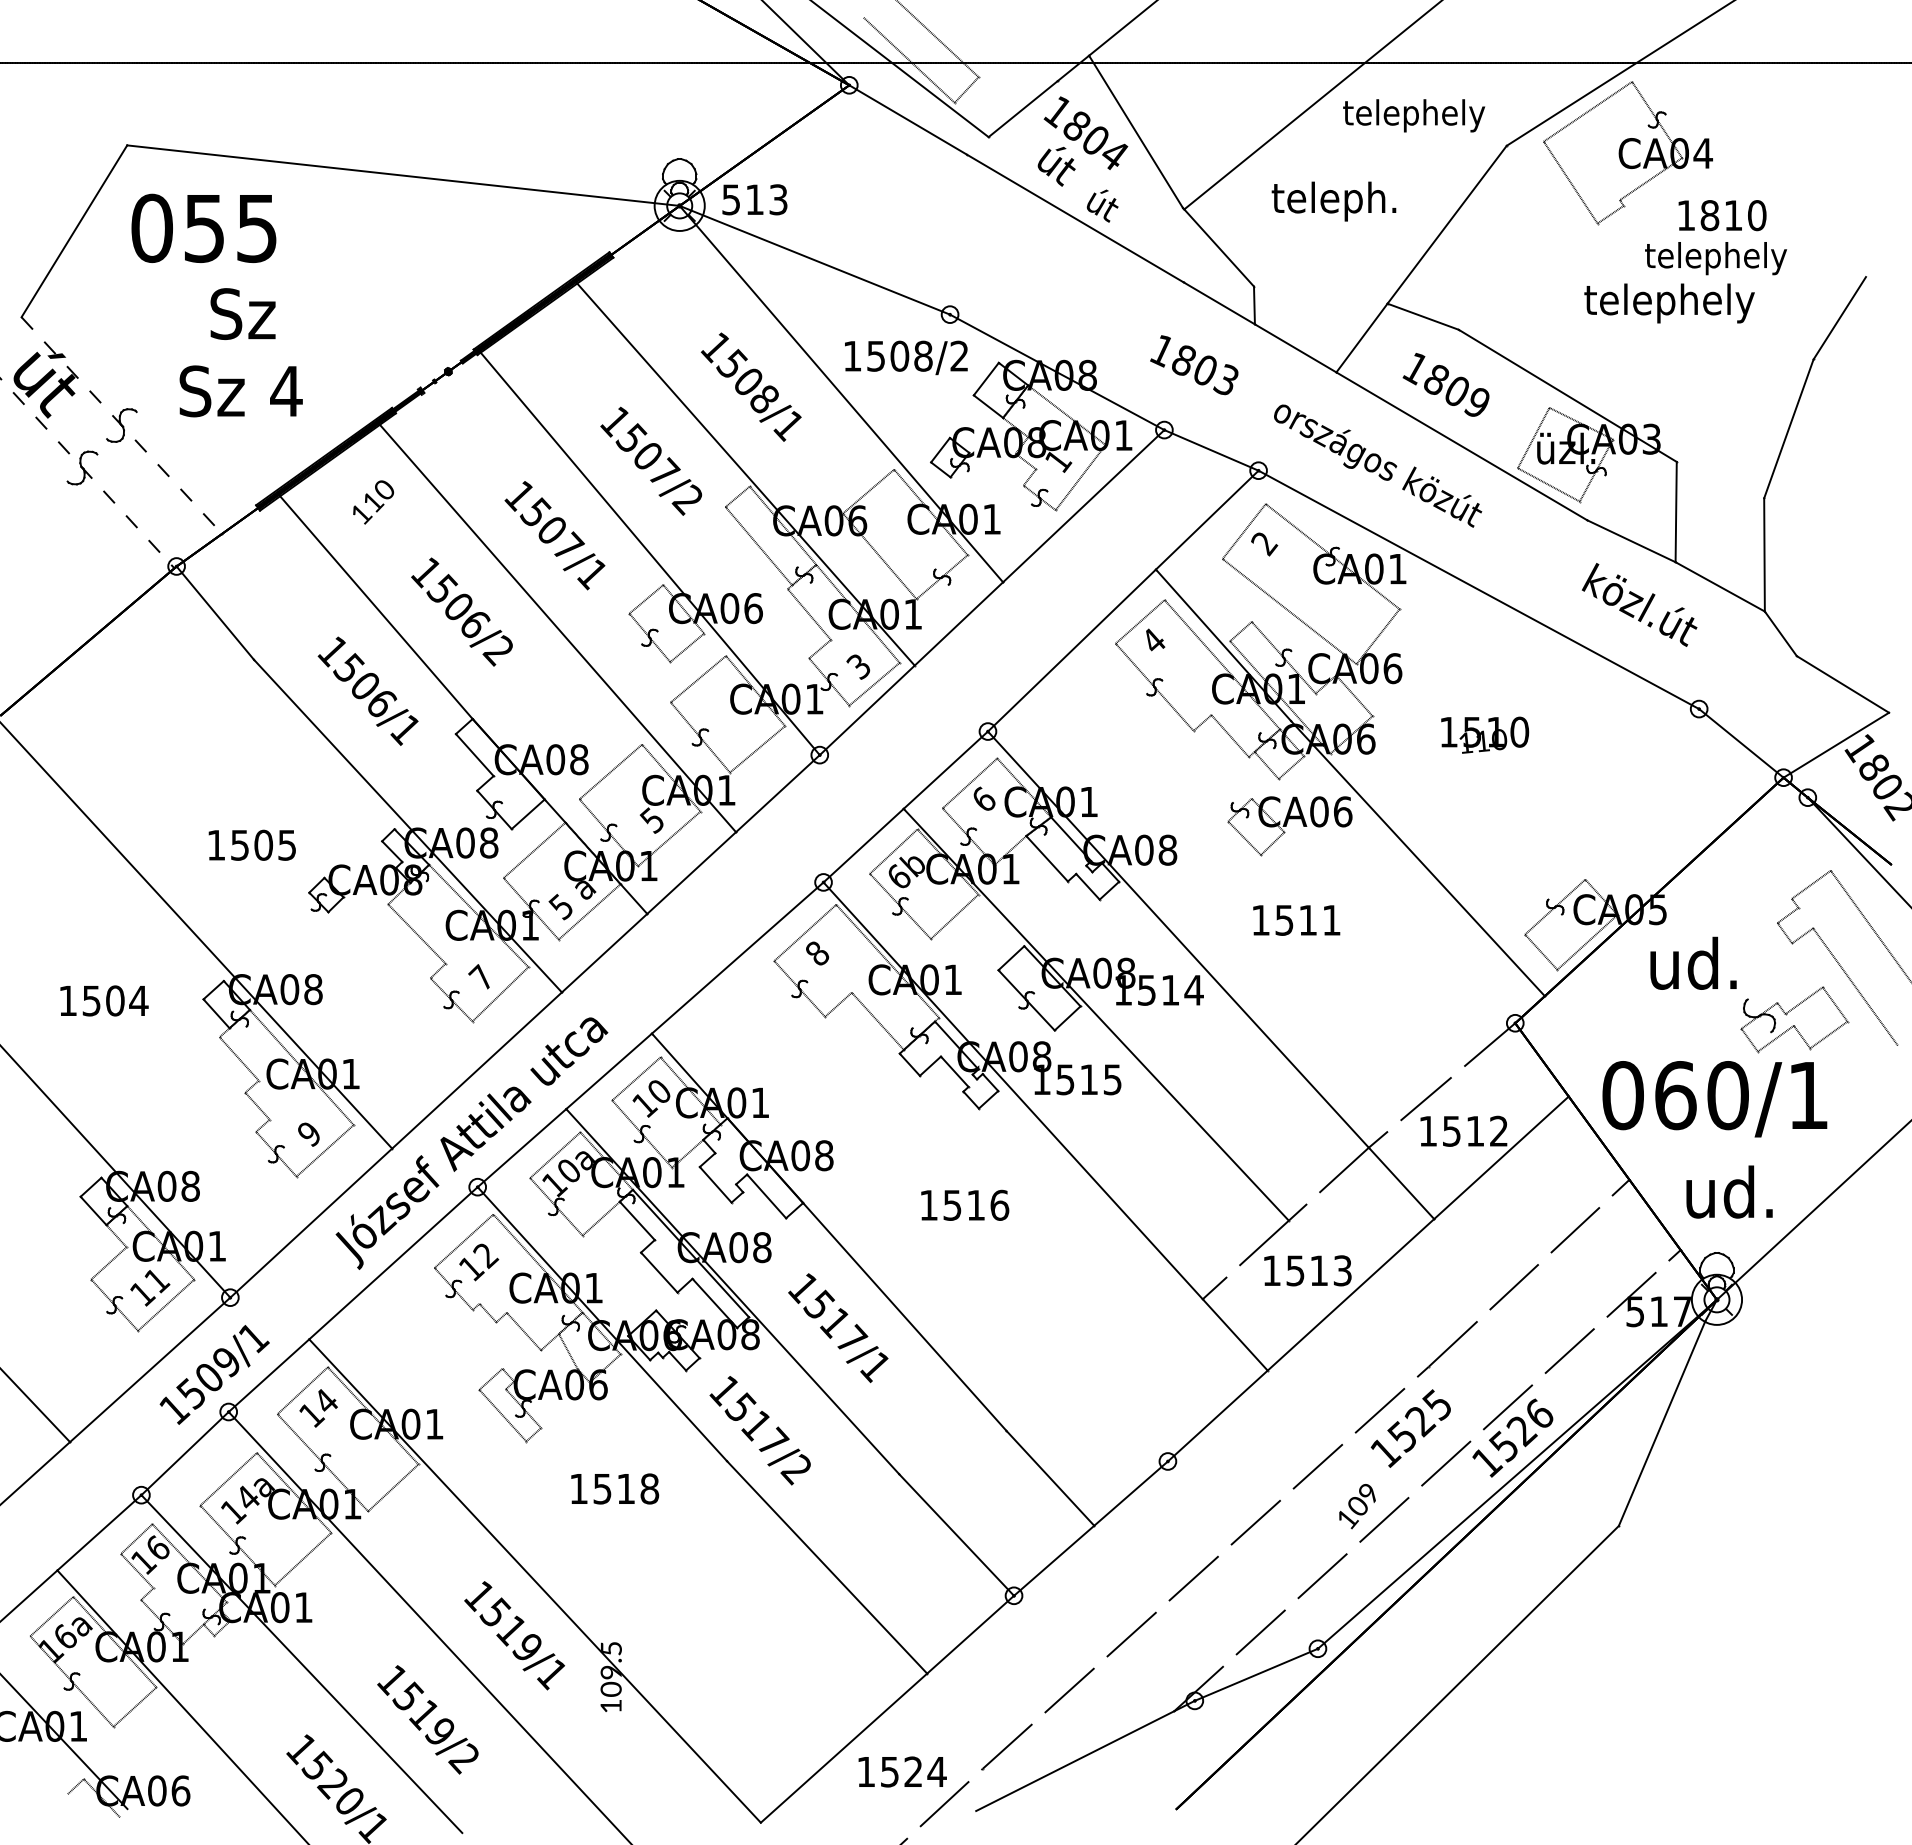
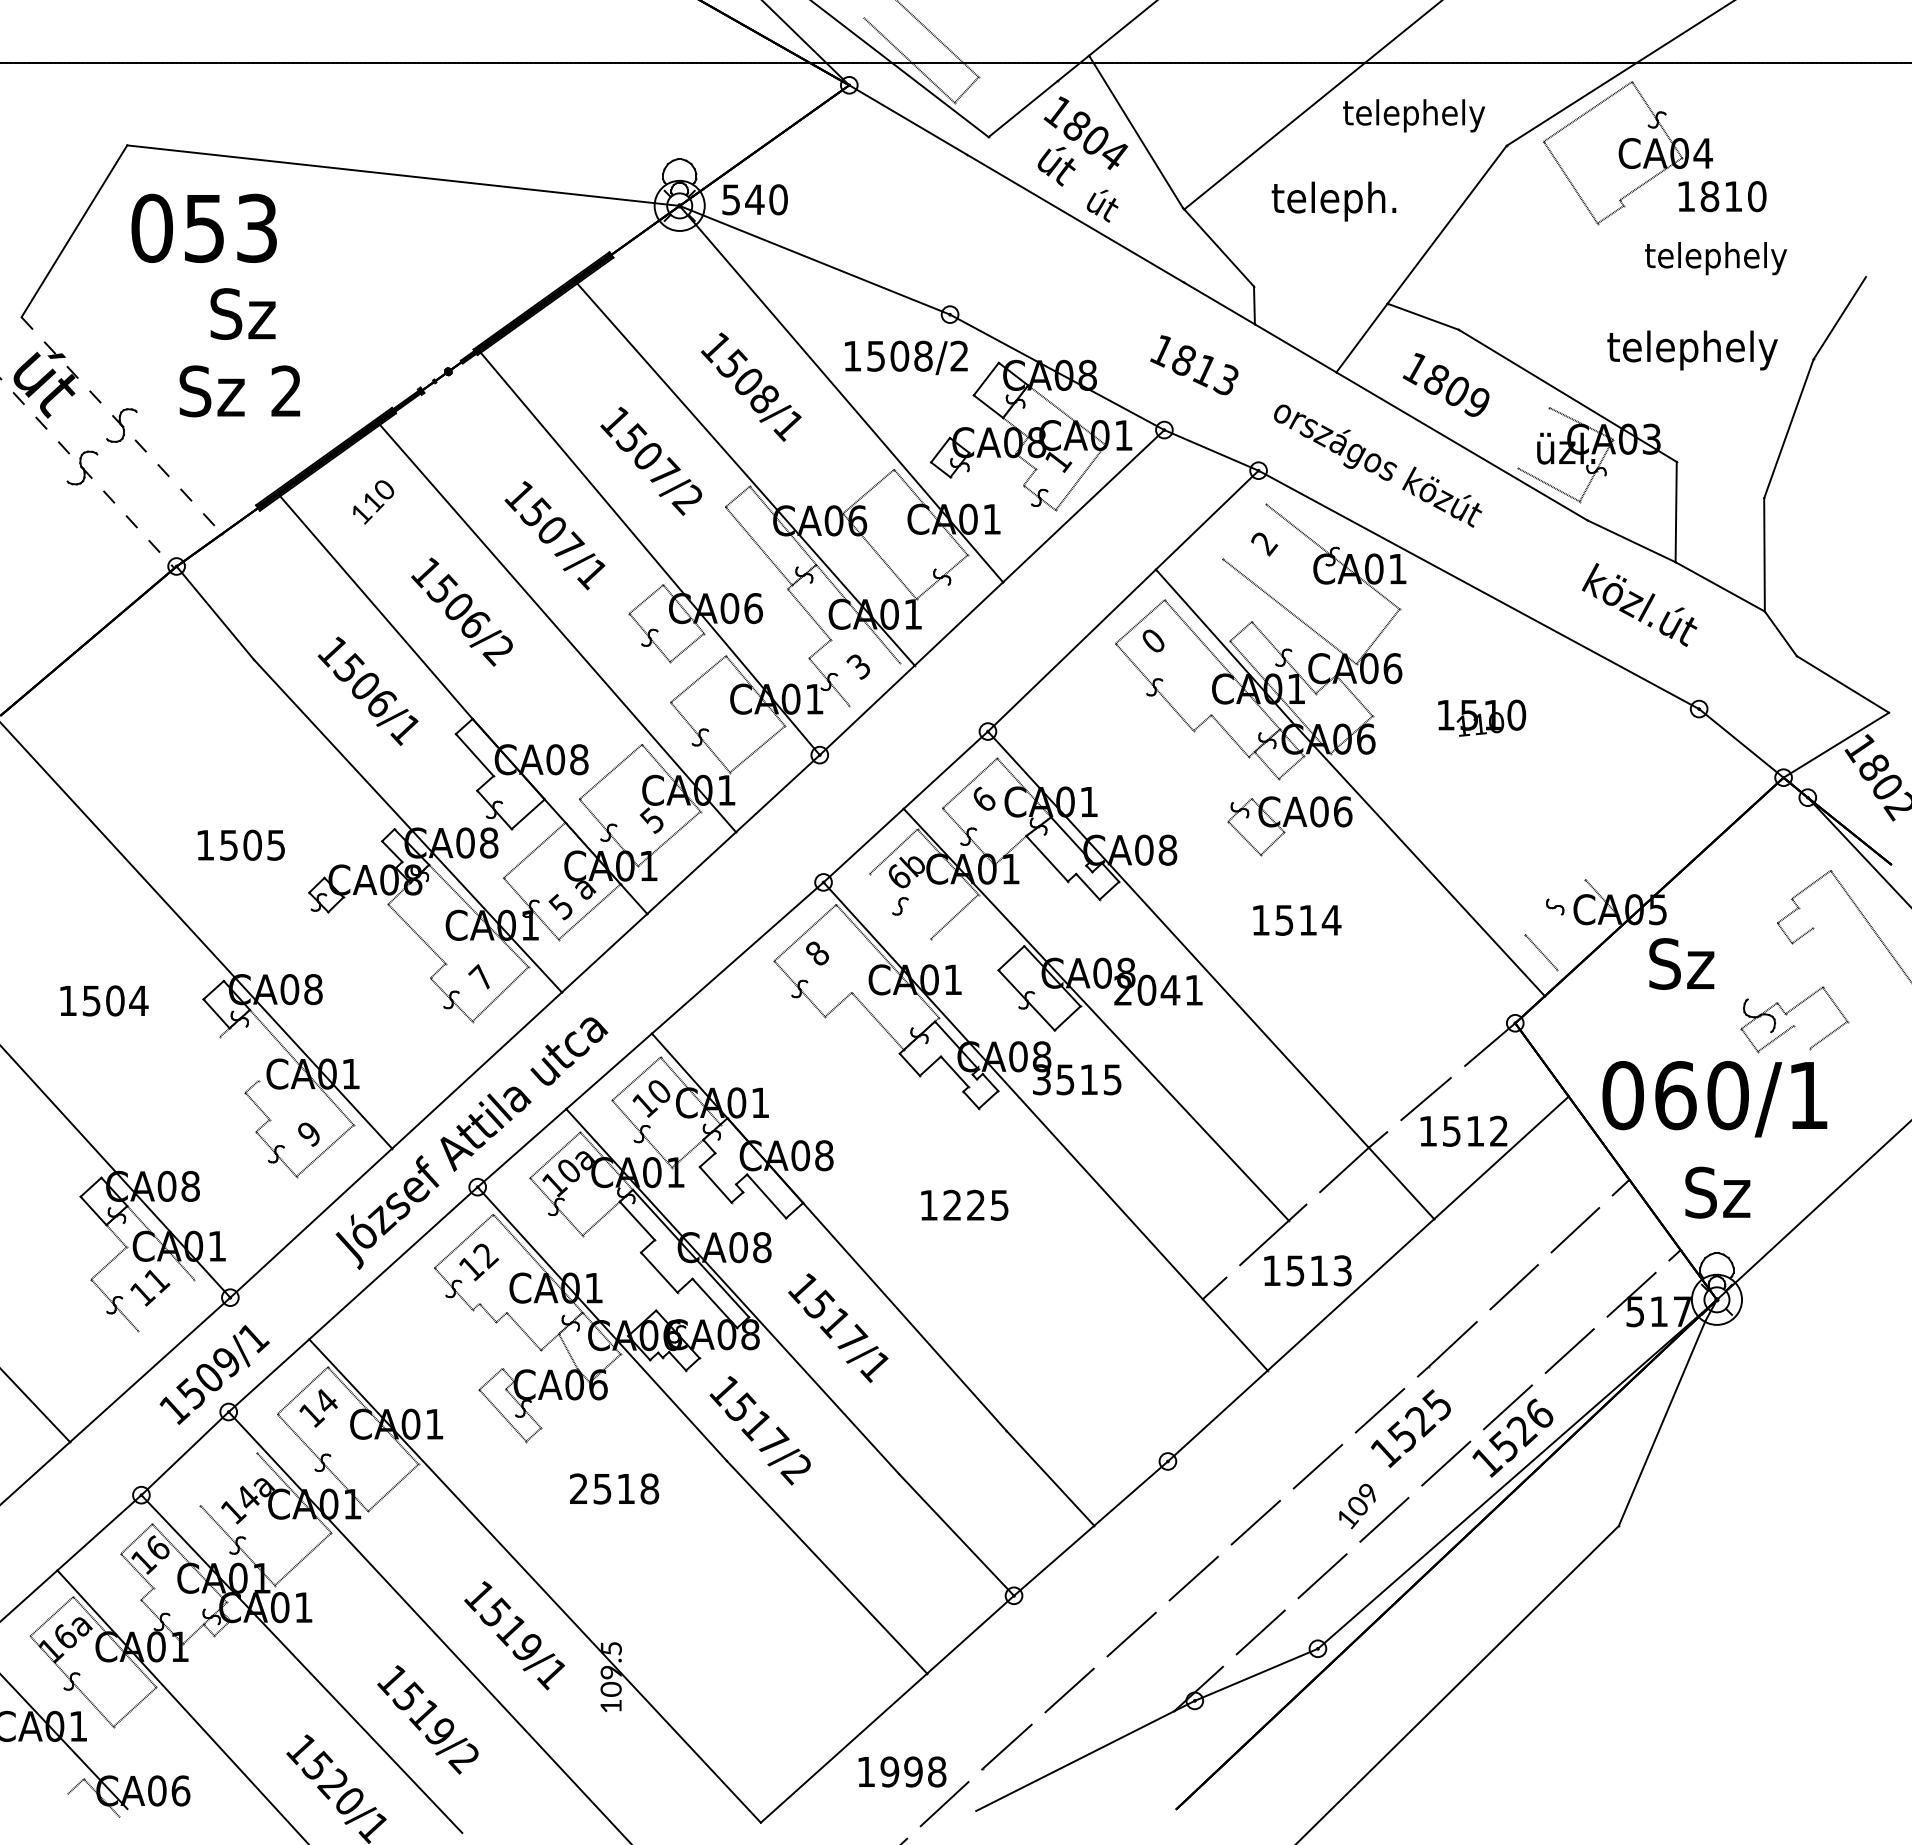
text at (766, 199): 513 -> 540
text at (1722, 215) position: (1722, 215) -> (1722, 196)
text at (256, 227): 055 -> 053
text at (1669, 303) position: (1669, 303) -> (1692, 350)
text at (1204, 371): 1803 -> 1813
text at (286, 390): 4 -> 2
line at (1533, 437): present -> none
line at (1243, 531): present -> none
text at (1153, 640): 4 -> 0
line at (874, 683): present -> none
text at (1485, 734) position: (1485, 734) -> (1482, 717)
text at (251, 844) position: (251, 844) -> (240, 844)
line at (899, 906): present -> none
line at (1555, 906): present -> none
text at (1331, 920): 1511 -> 1514
line at (1587, 941): present -> none
text at (1692, 962): ud. -> Sz
line at (1855, 987): present -> none
text at (1158, 989): 1514 -> 2041
line at (1801, 1036): present -> none
line at (238, 1058): present -> none
text at (1041, 1079): 1515 -> 3515
text at (1728, 1191): ud. -> Sz
text at (976, 1204): 1516 -> 1225
line at (166, 1304): present -> none
line at (228, 1478): present -> none
text at (578, 1488): 1518 -> 2518
text at (913, 1771): 1524 -> 1998
